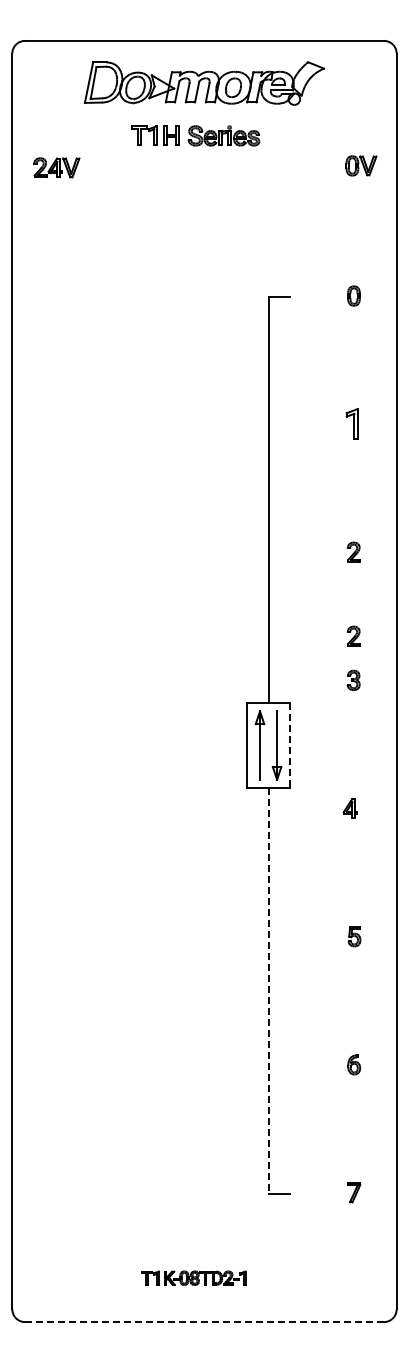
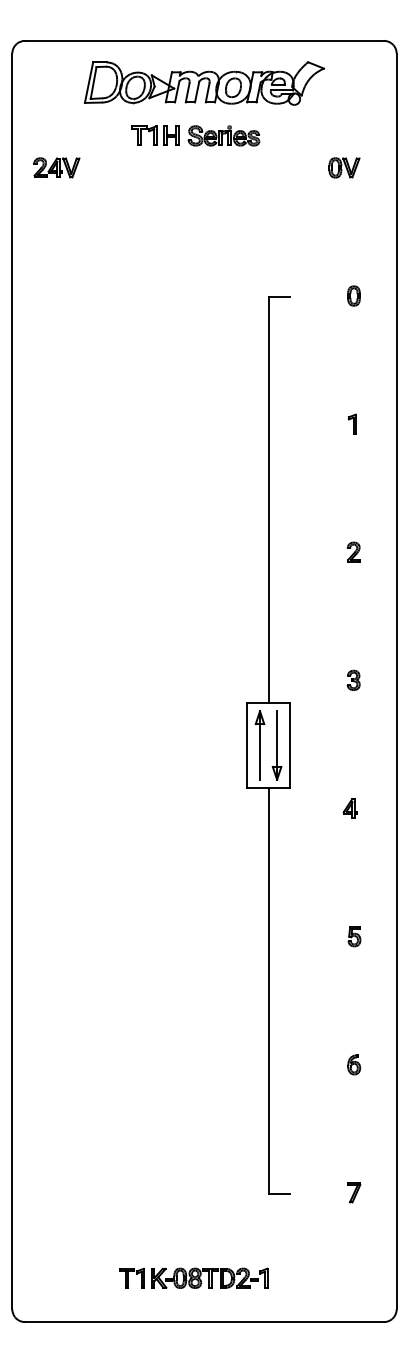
part at (361, 165) position: (361, 165) -> (344, 167)
part at (351, 423) size: 14x32 px -> 9x22 px
part at (353, 635): present -> none
line at (289, 745): dashed -> solid
line at (268, 991): dashed -> solid
part at (193, 1277) size: 106x16 px -> 150x22 px
line at (203, 1322): dashed -> solid
